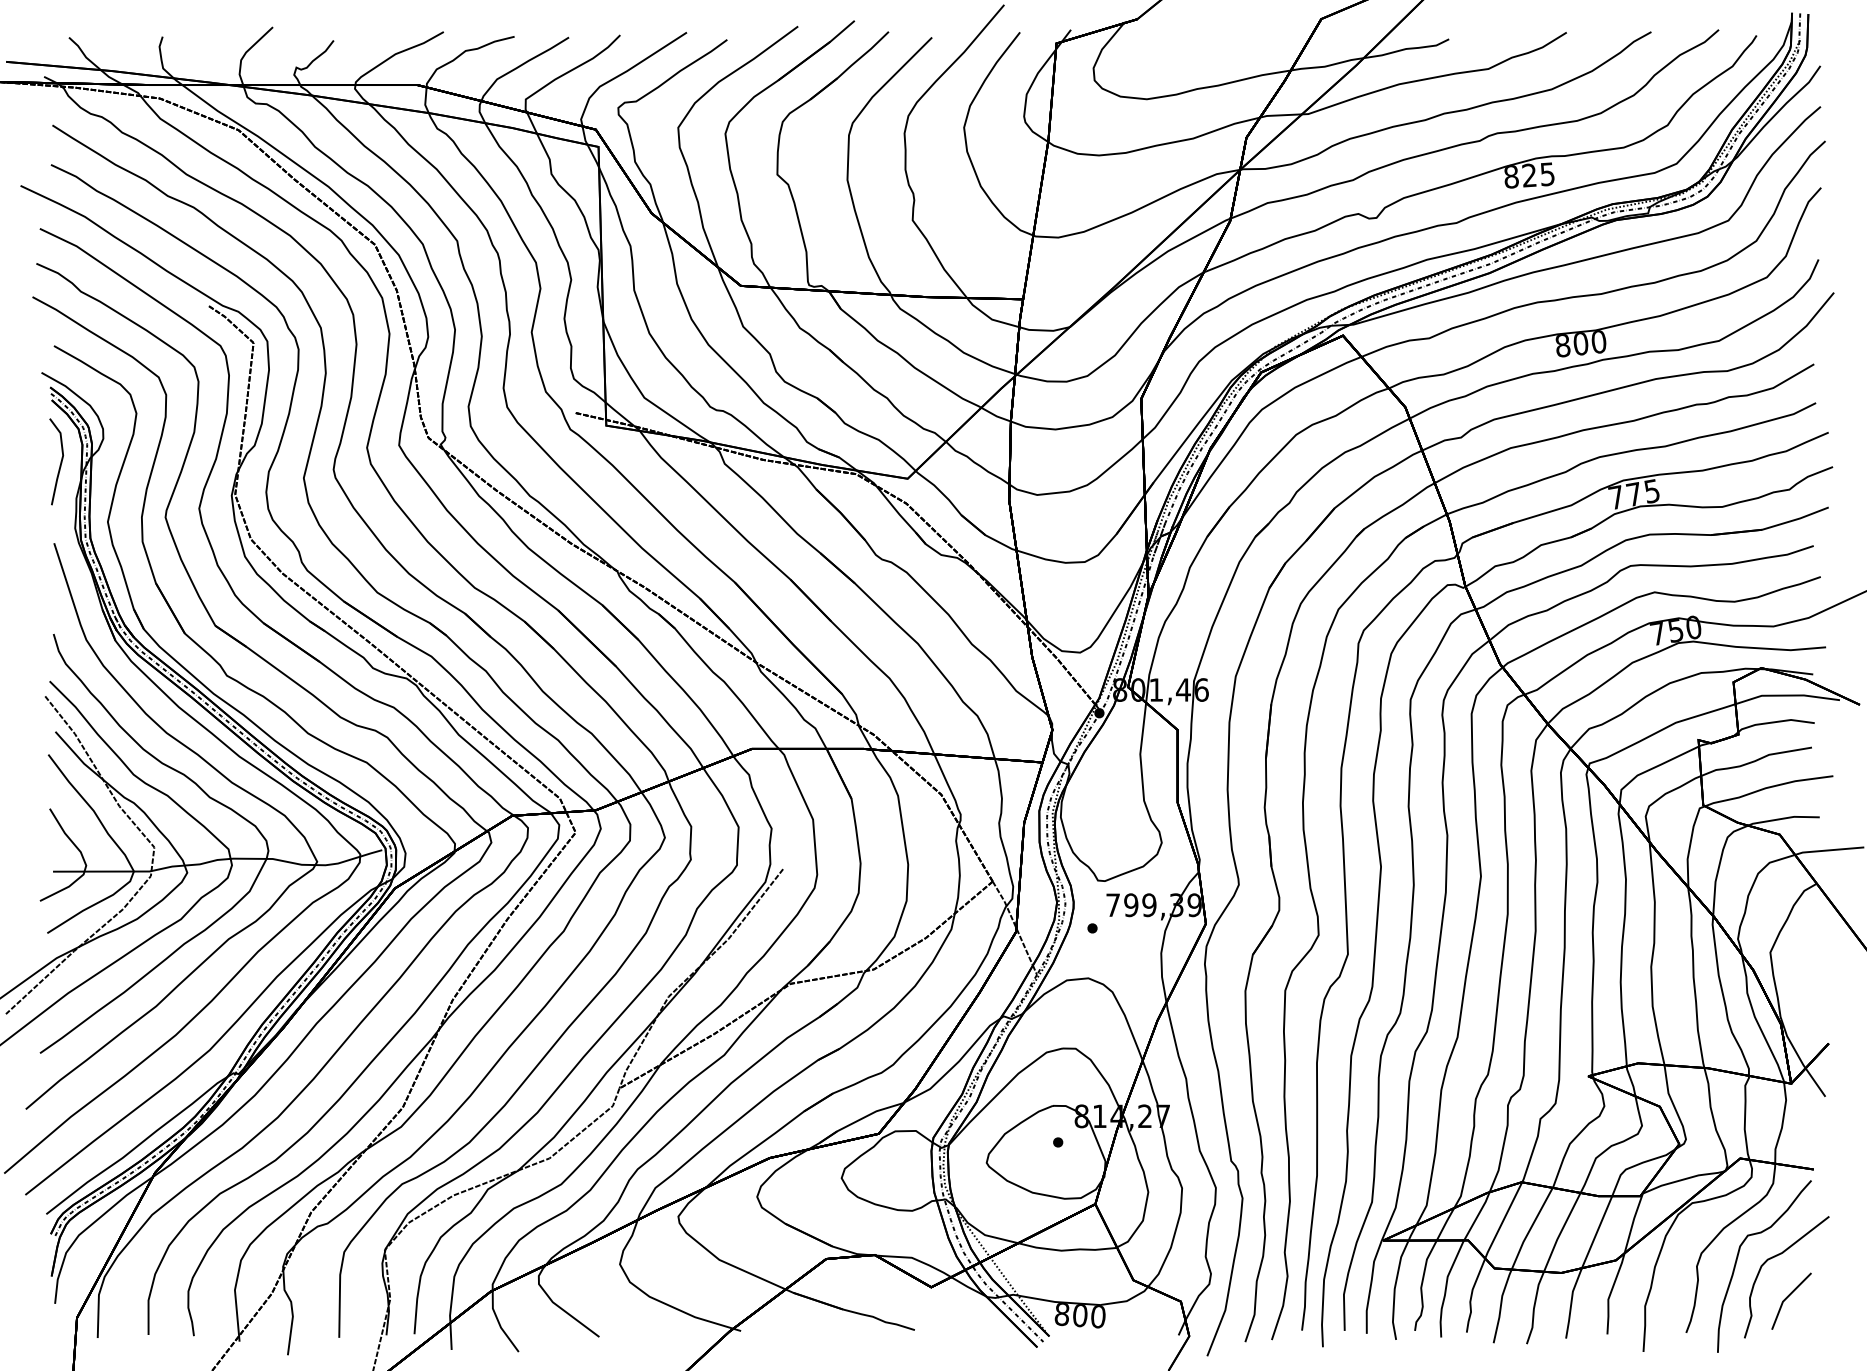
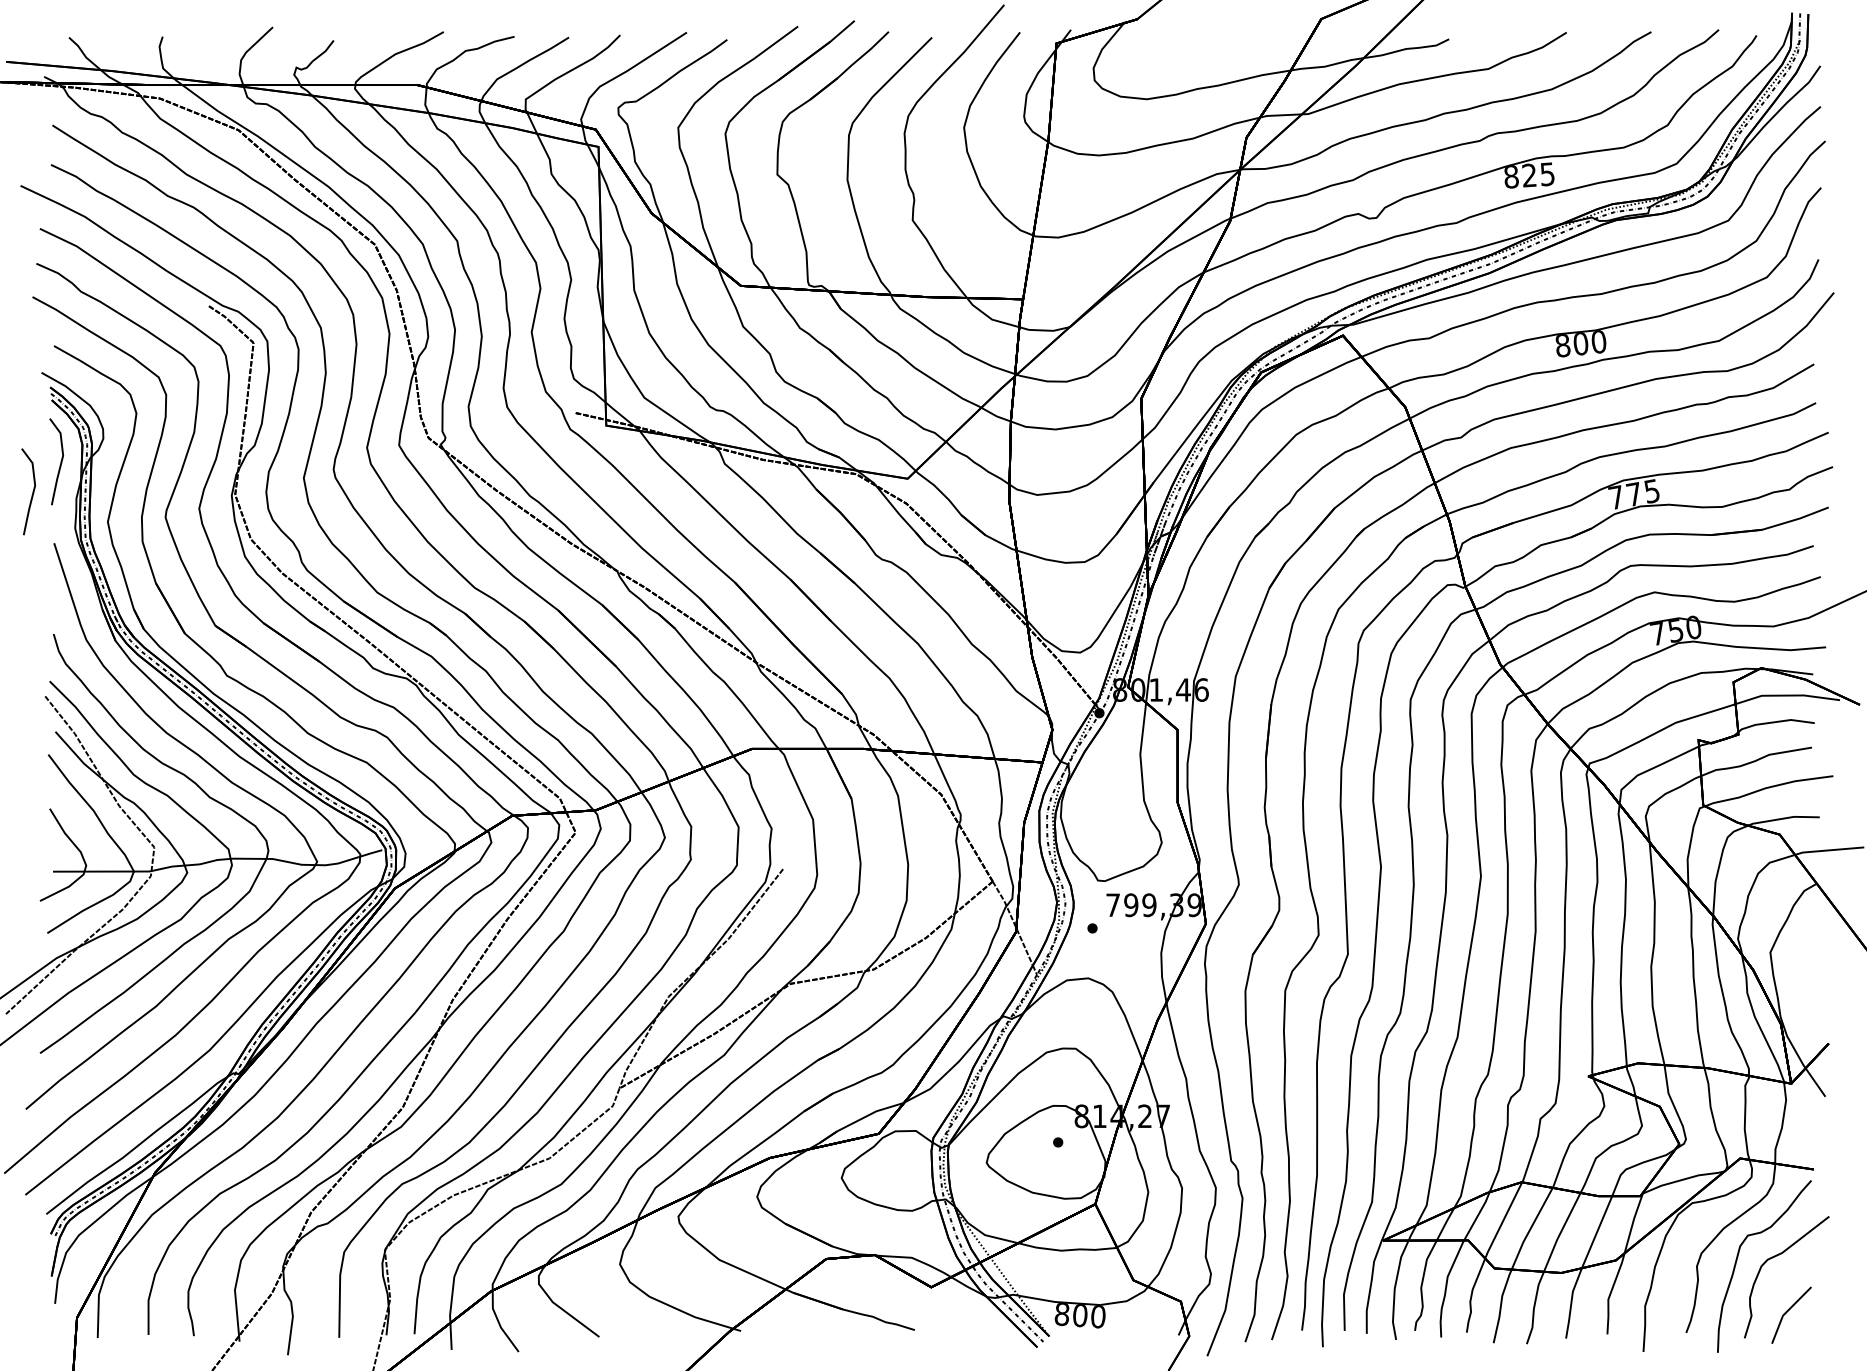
line at (32, 491): none -> present
line at (1788, 1297) position: (1788, 1297) -> (1788, 1311)
